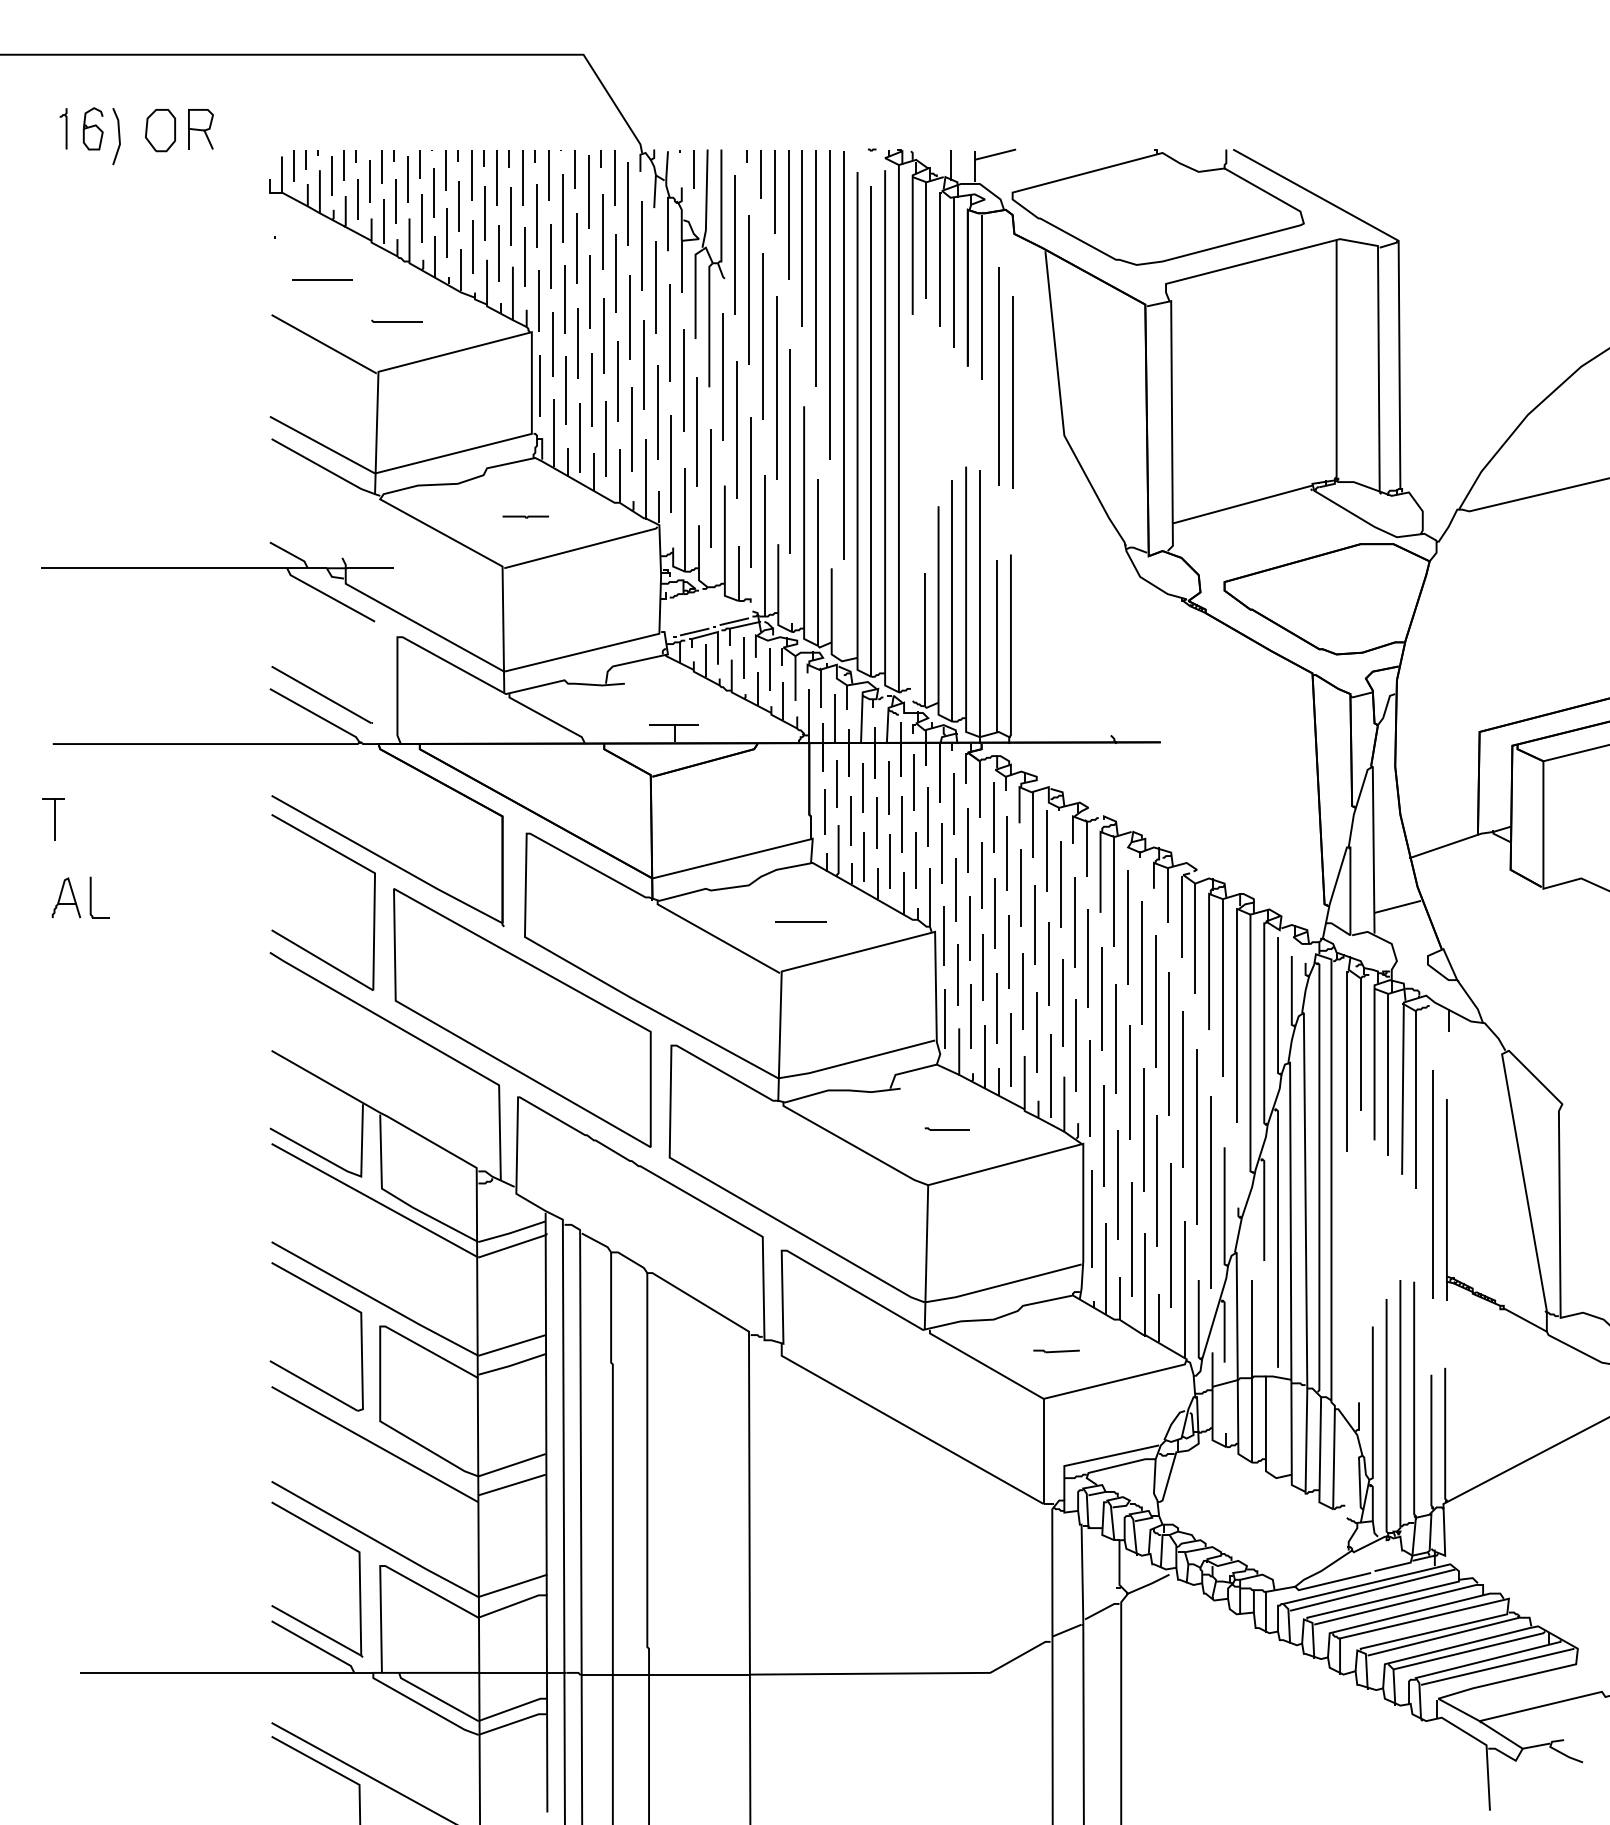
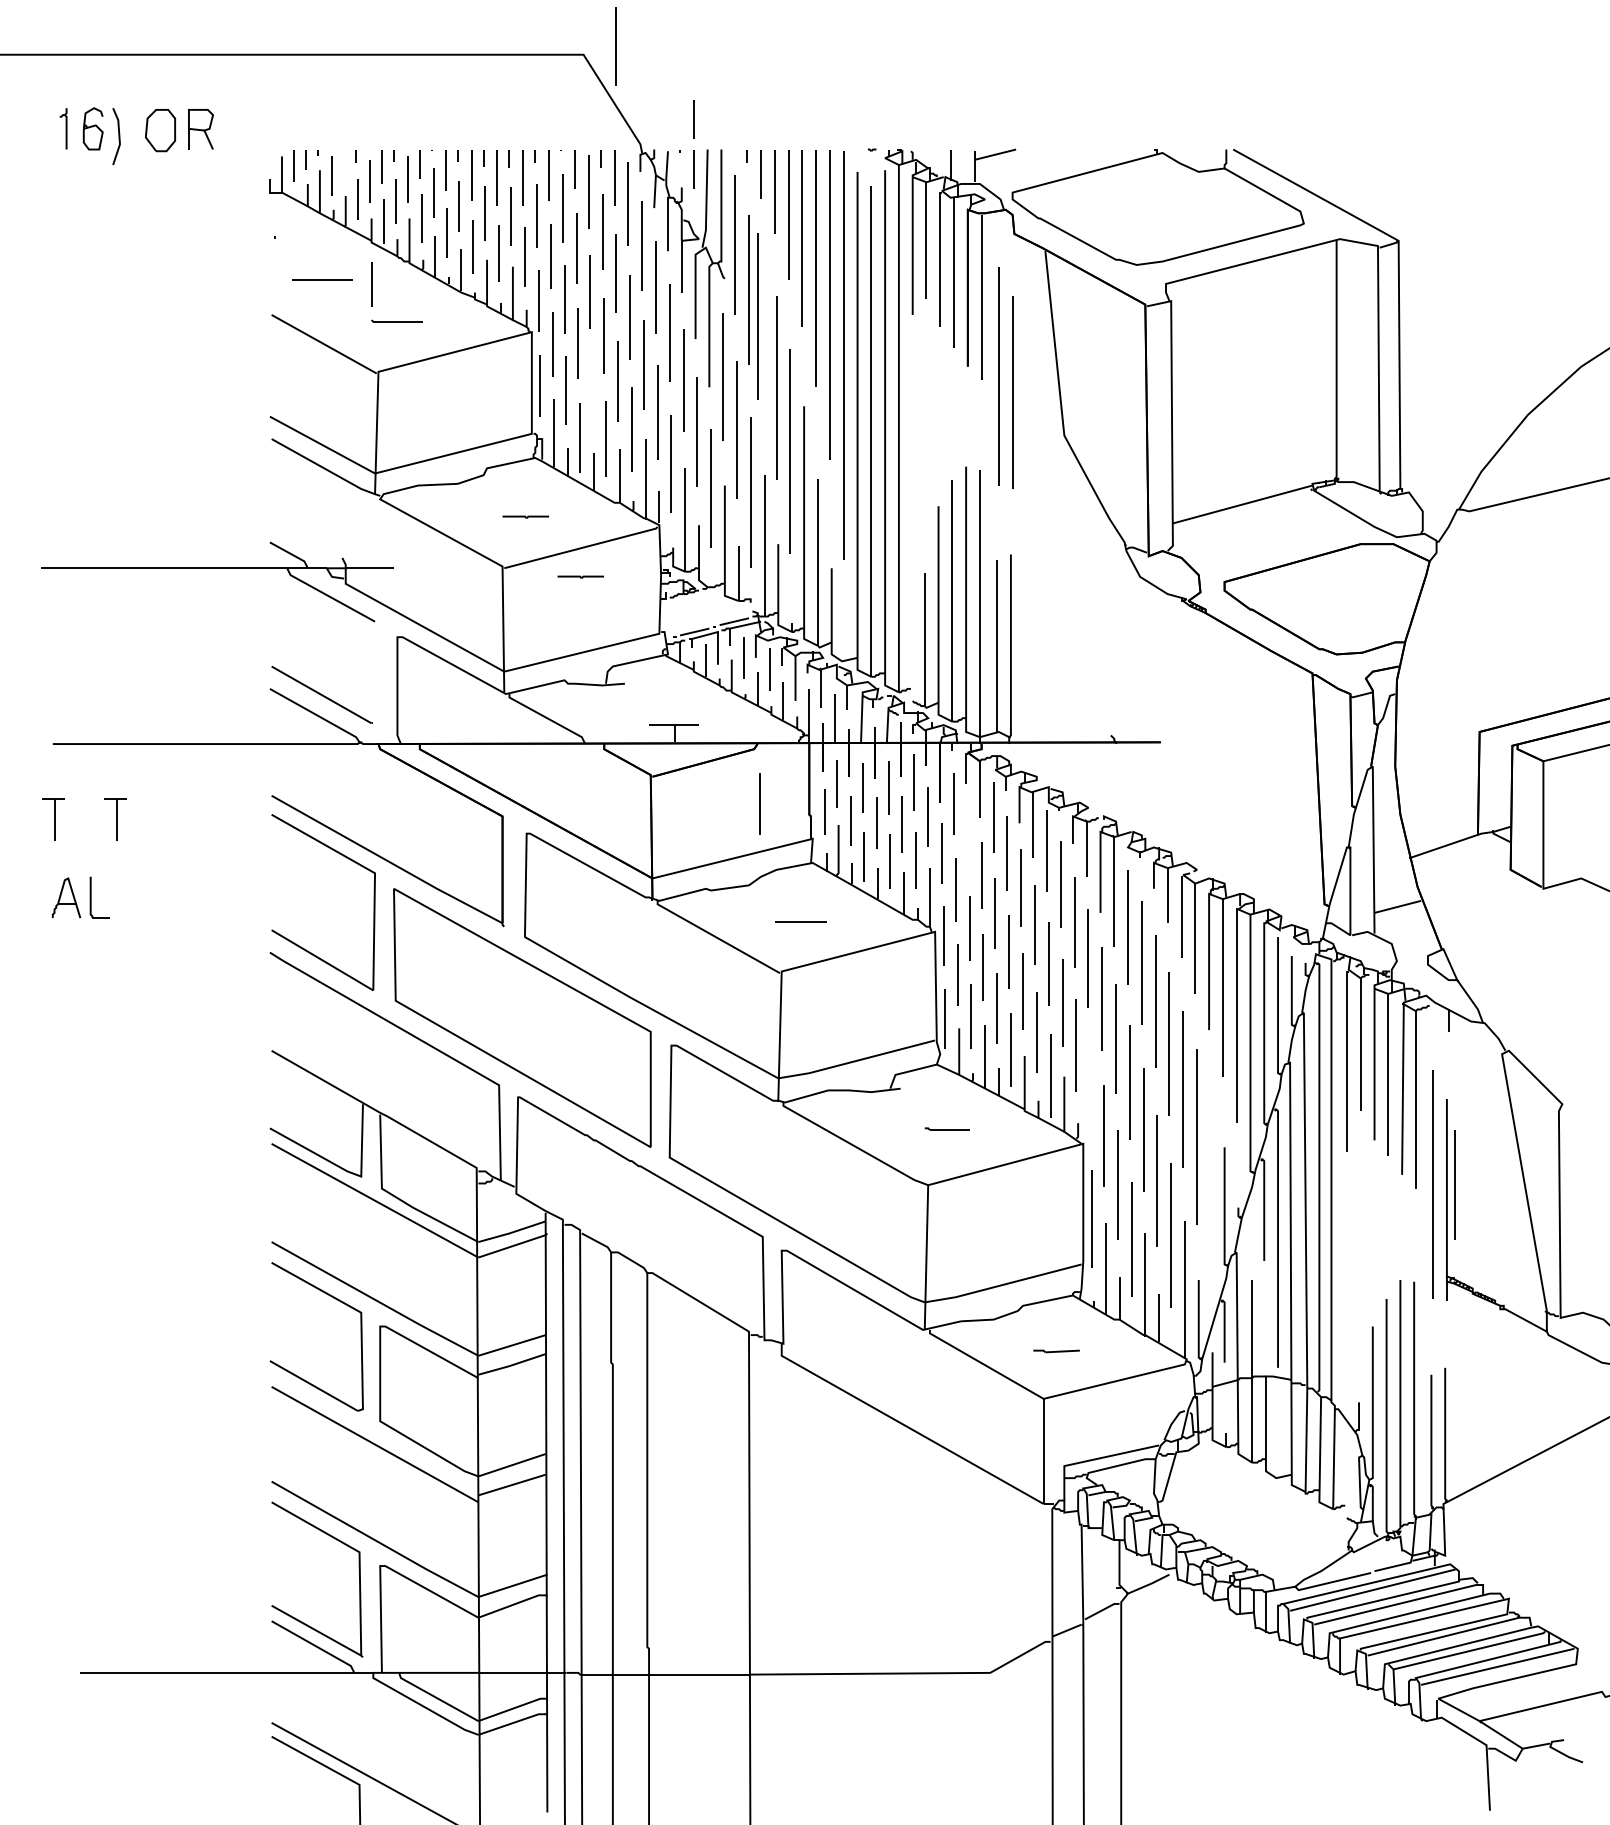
line at (615, 46): none -> present
line at (693, 119): none -> present
line at (343, 165): present -> none
line at (371, 284): none -> present
line at (762, 336) position: (762, 336) -> (757, 316)
line at (591, 389): present -> none
line at (580, 576): none -> present
line at (759, 803): none -> present
part at (115, 819): none -> present
line at (967, 840): present -> none
line at (1089, 1088): present -> none
line at (1454, 1184): none -> present
line at (1210, 1192): present -> none
